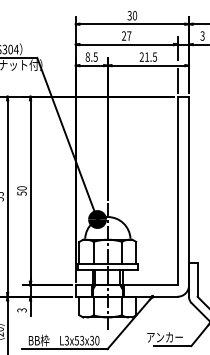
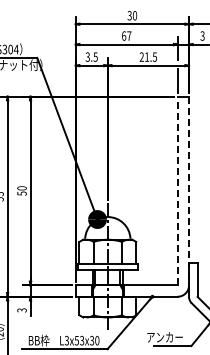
text at (124, 35): 27 -> 67
text at (87, 56): 8.5 -> 3.5
line at (177, 190): solid -> dashed
line at (189, 191): solid -> dashed
